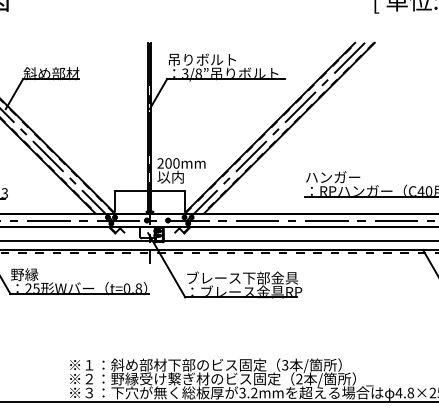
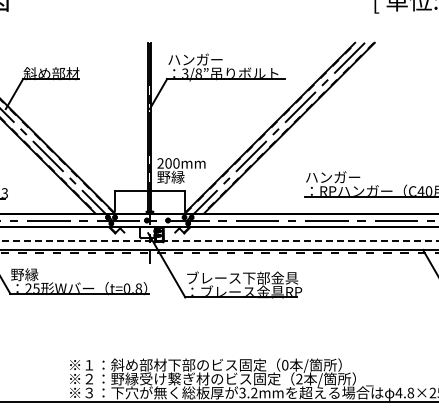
text at (201, 59): 吊りボルト -> ハンガー
text at (170, 176): 以内 -> 野縁
line at (77, 241): solid -> dashed
line at (299, 241): solid -> dashed
text at (285, 365): 3 -> 0
